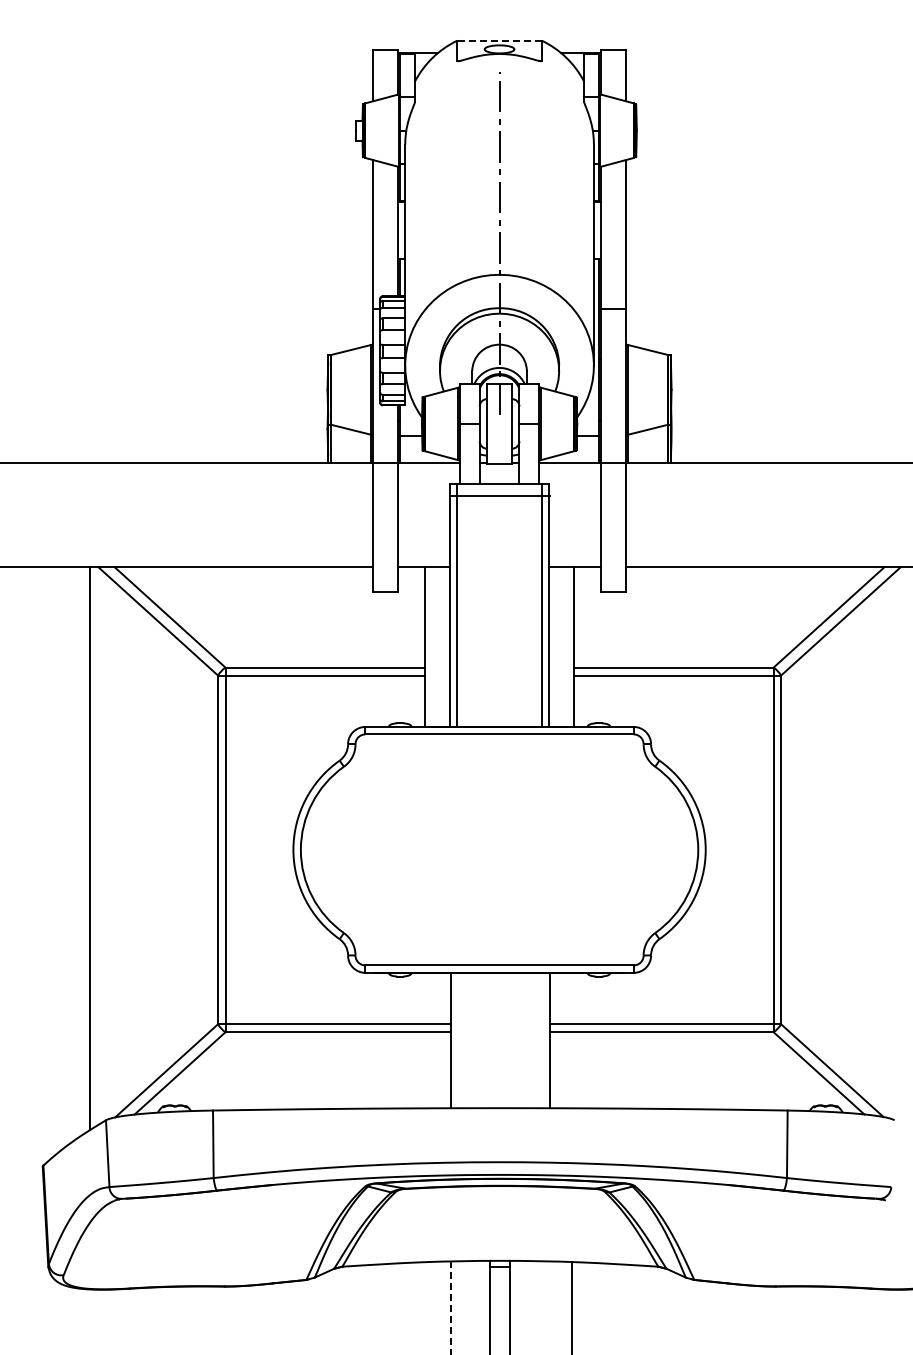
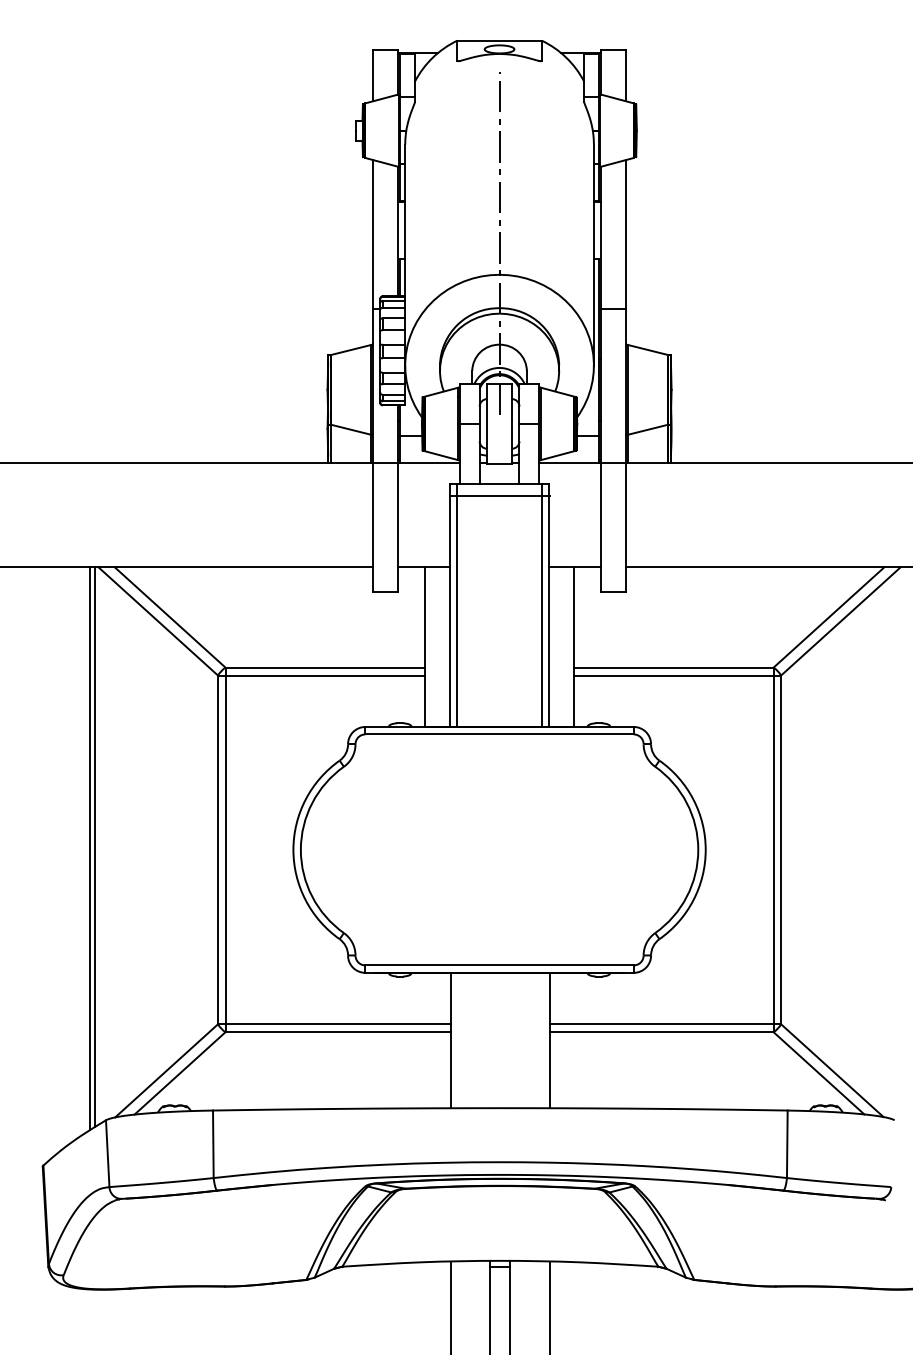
line at (499, 40): dashed -> solid
line at (94, 847): none -> present
line at (572, 1306) position: (572, 1306) -> (550, 1306)
line at (450, 1307): dashed -> solid
